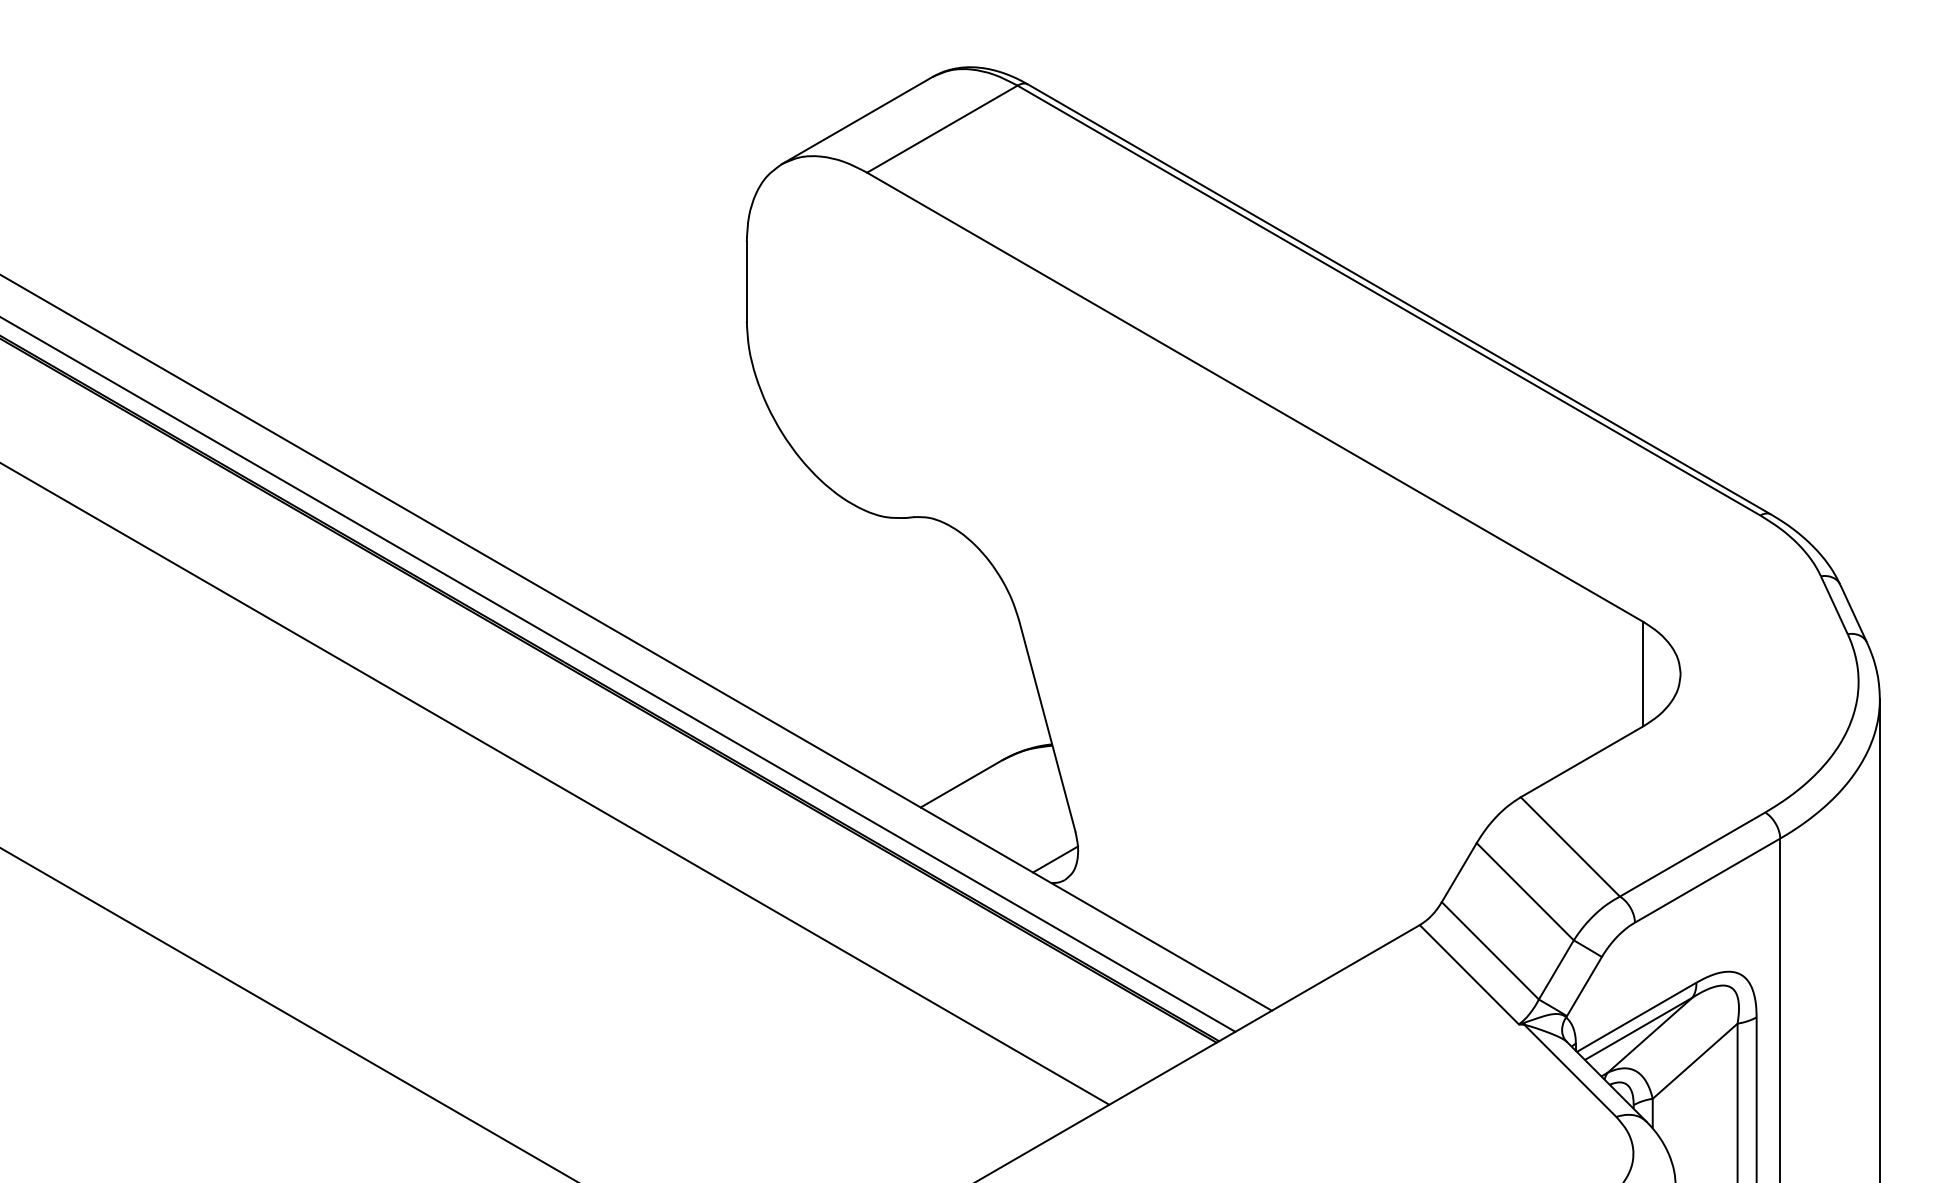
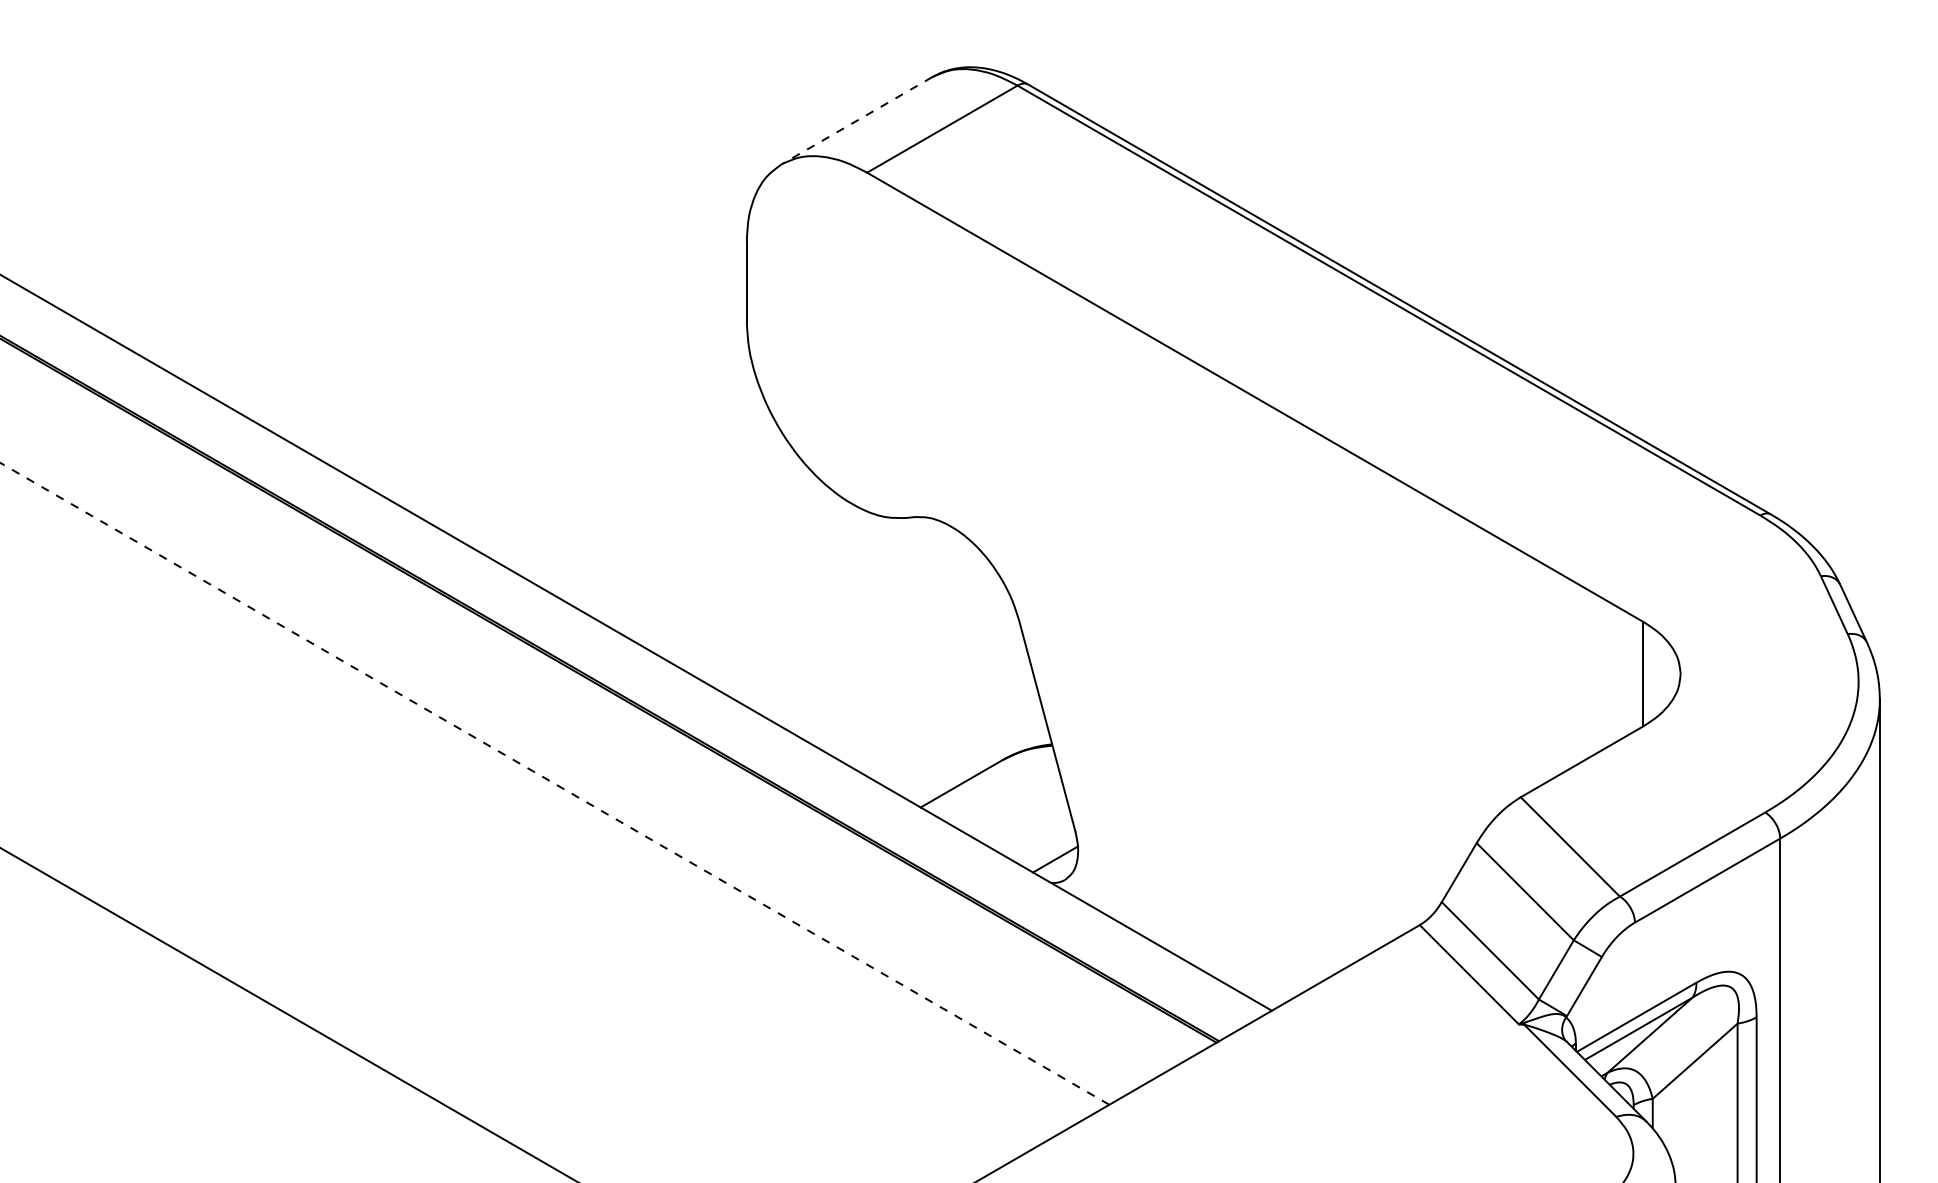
line at (857, 120): solid -> dashed
line at (618, 674): present -> none
line at (554, 783): solid -> dashed
